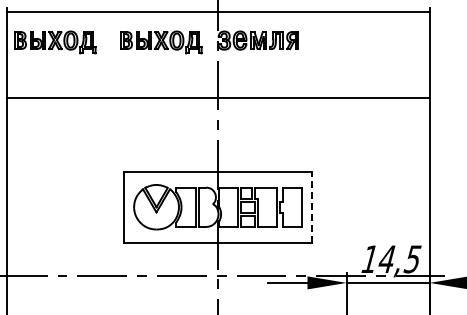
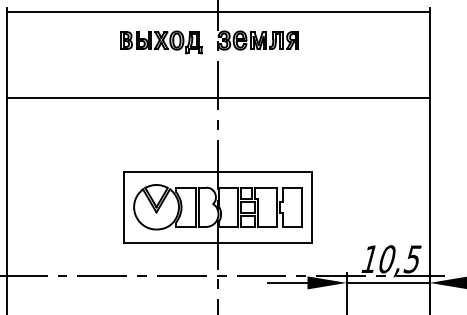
part at (55, 42): present -> none
line at (312, 206): dashed -> solid
text at (386, 259): 14,5 -> 10,5
